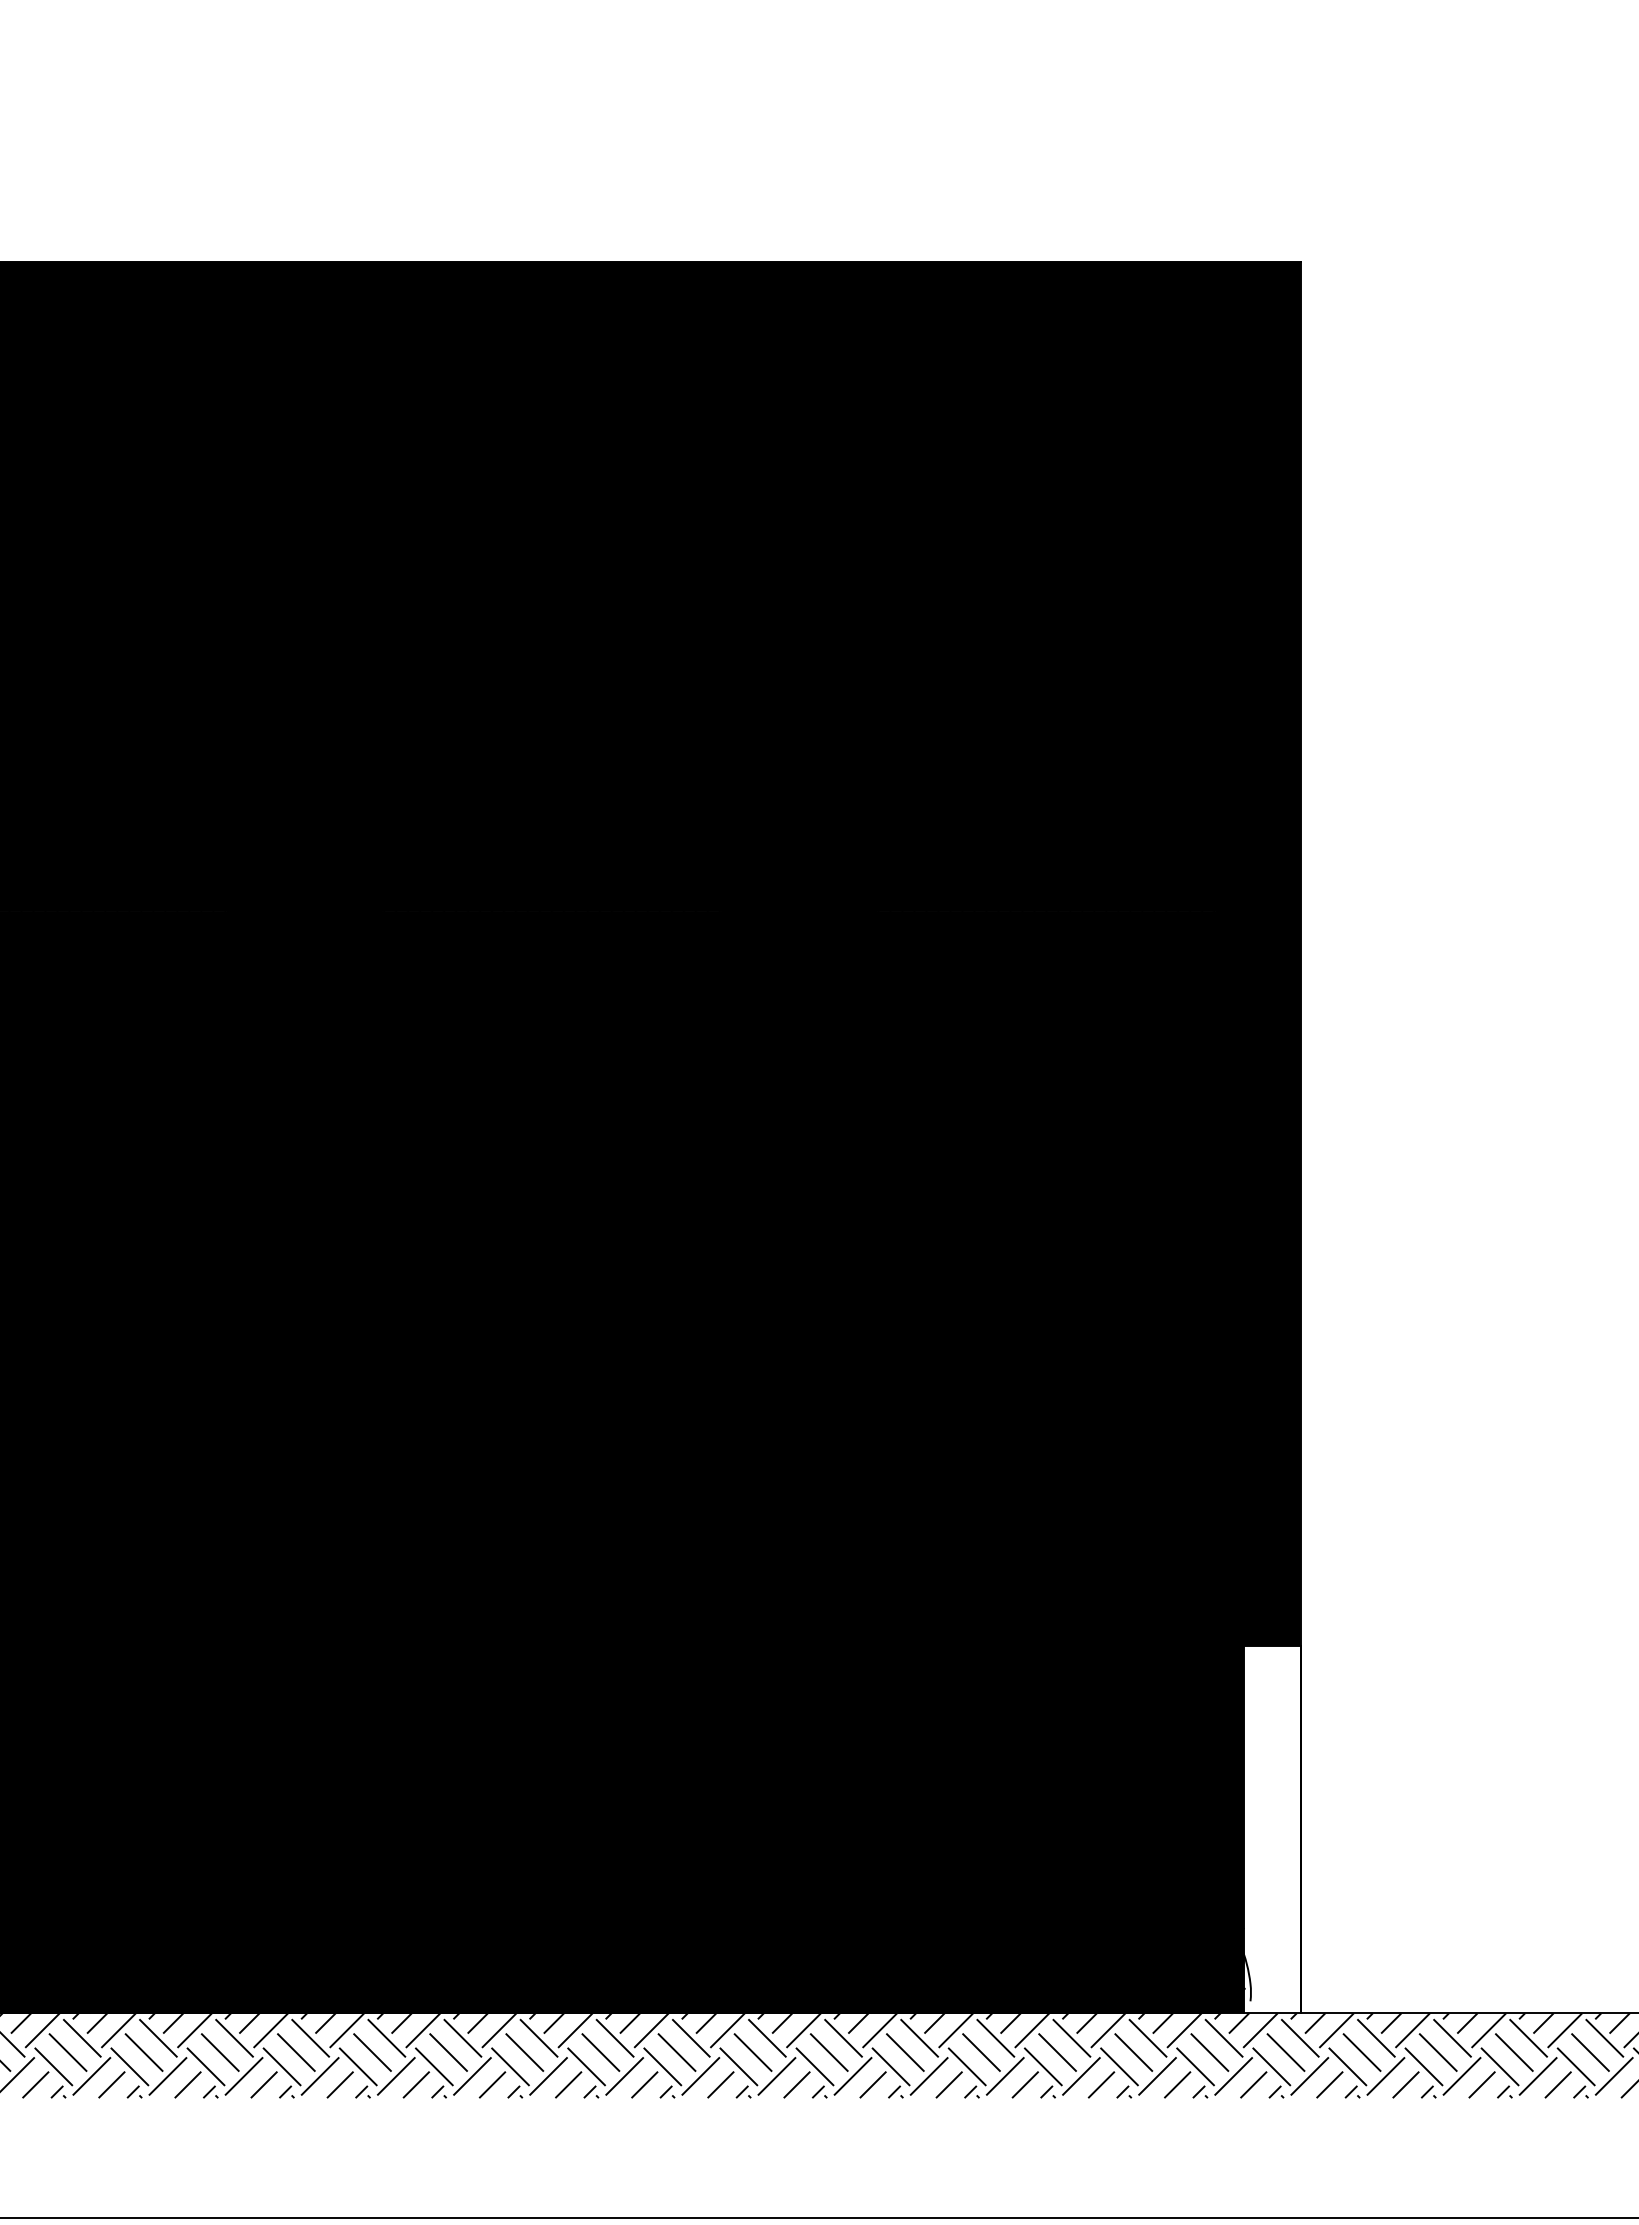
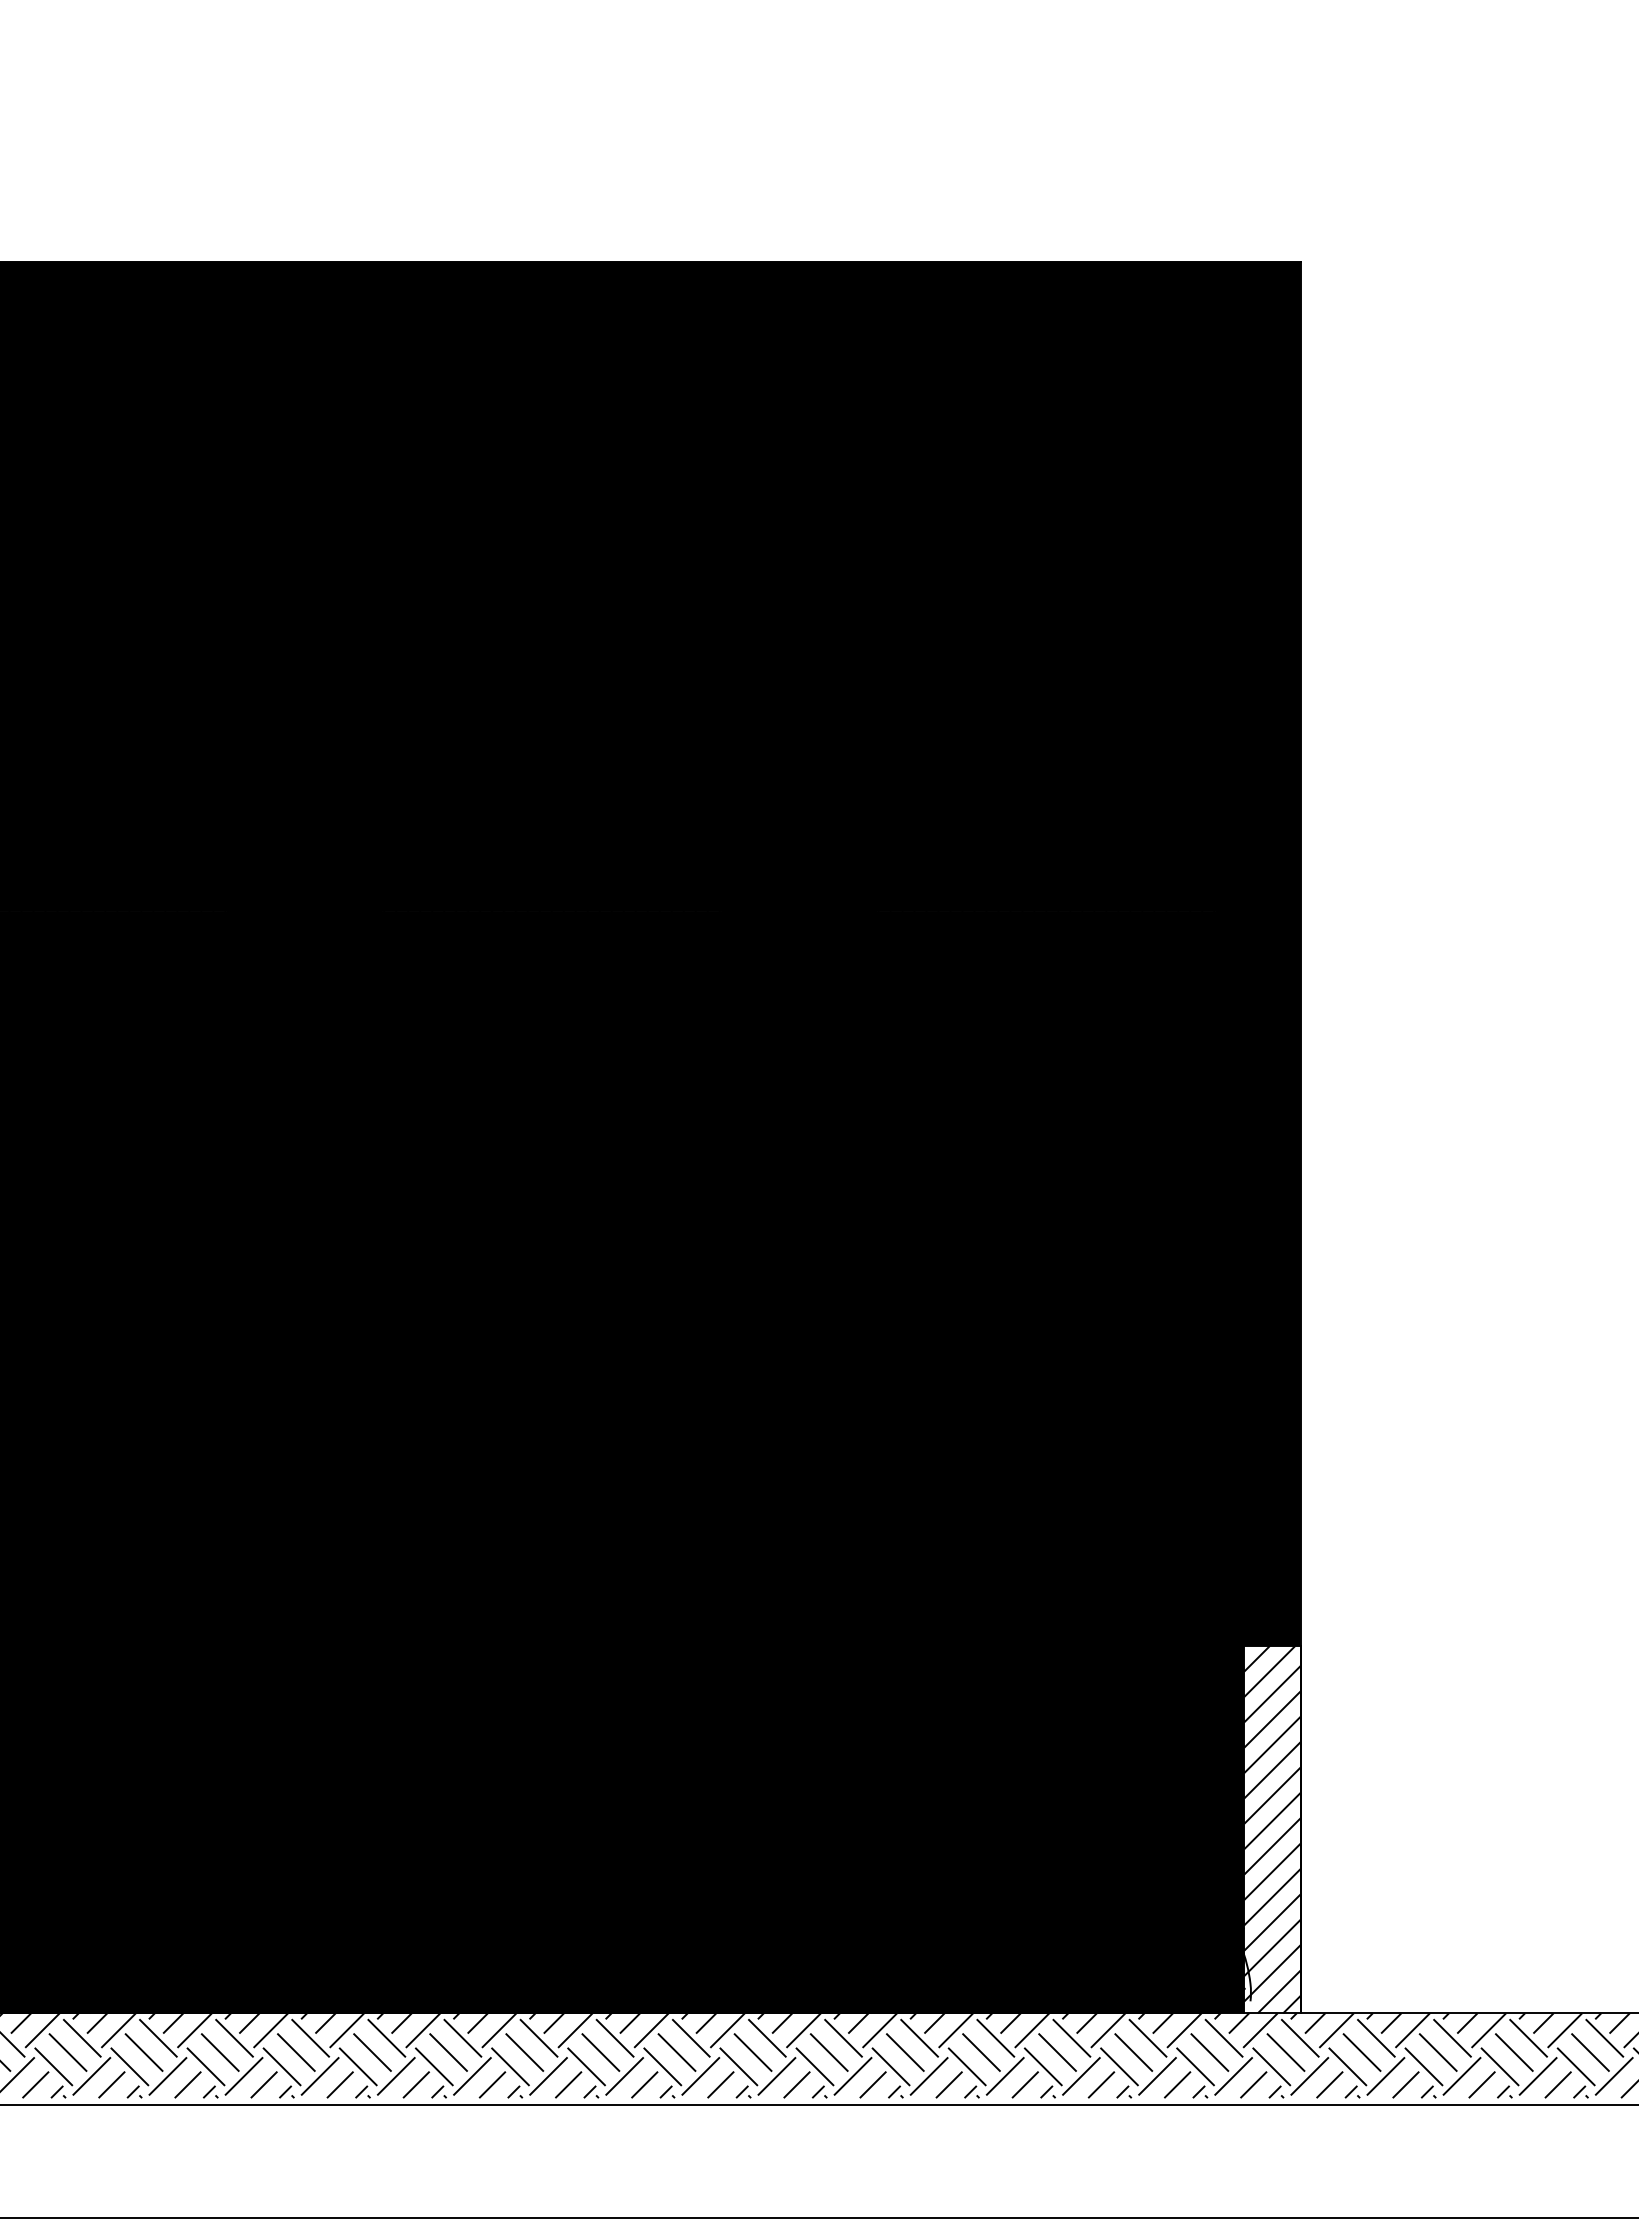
hatch at (1272, 1829): none -> present
line at (818, 2104): none -> present
